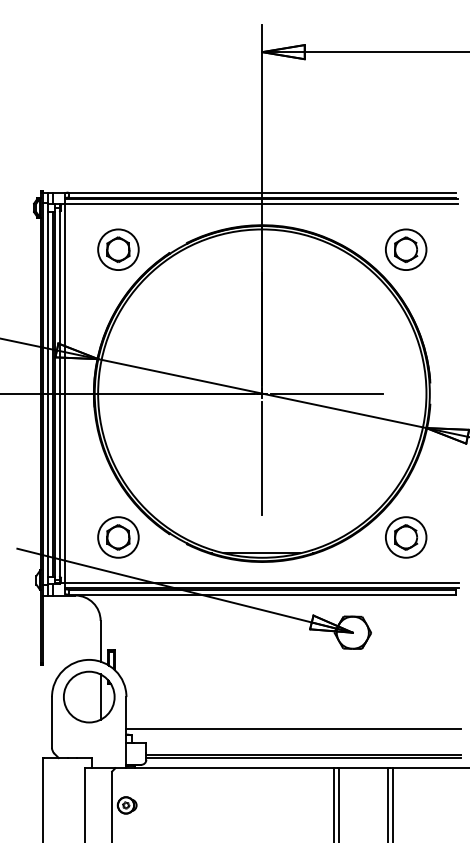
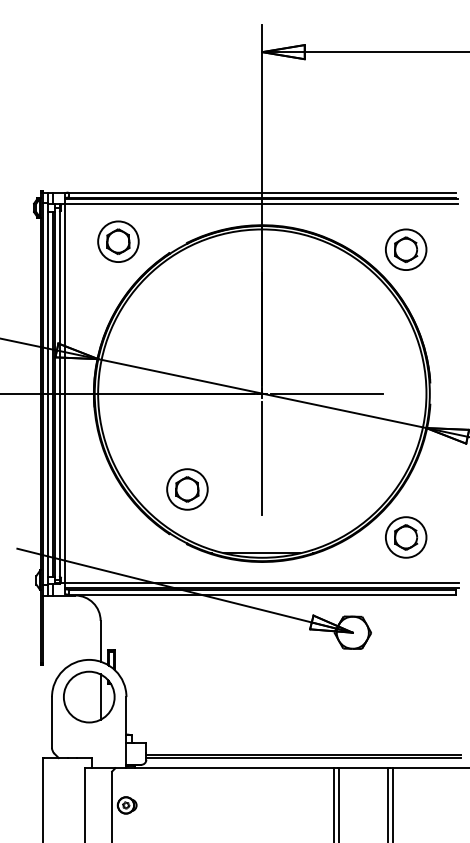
part at (118, 249) position: (118, 249) -> (118, 241)
part at (118, 537) position: (118, 537) -> (187, 489)
line at (293, 729): present -> none
